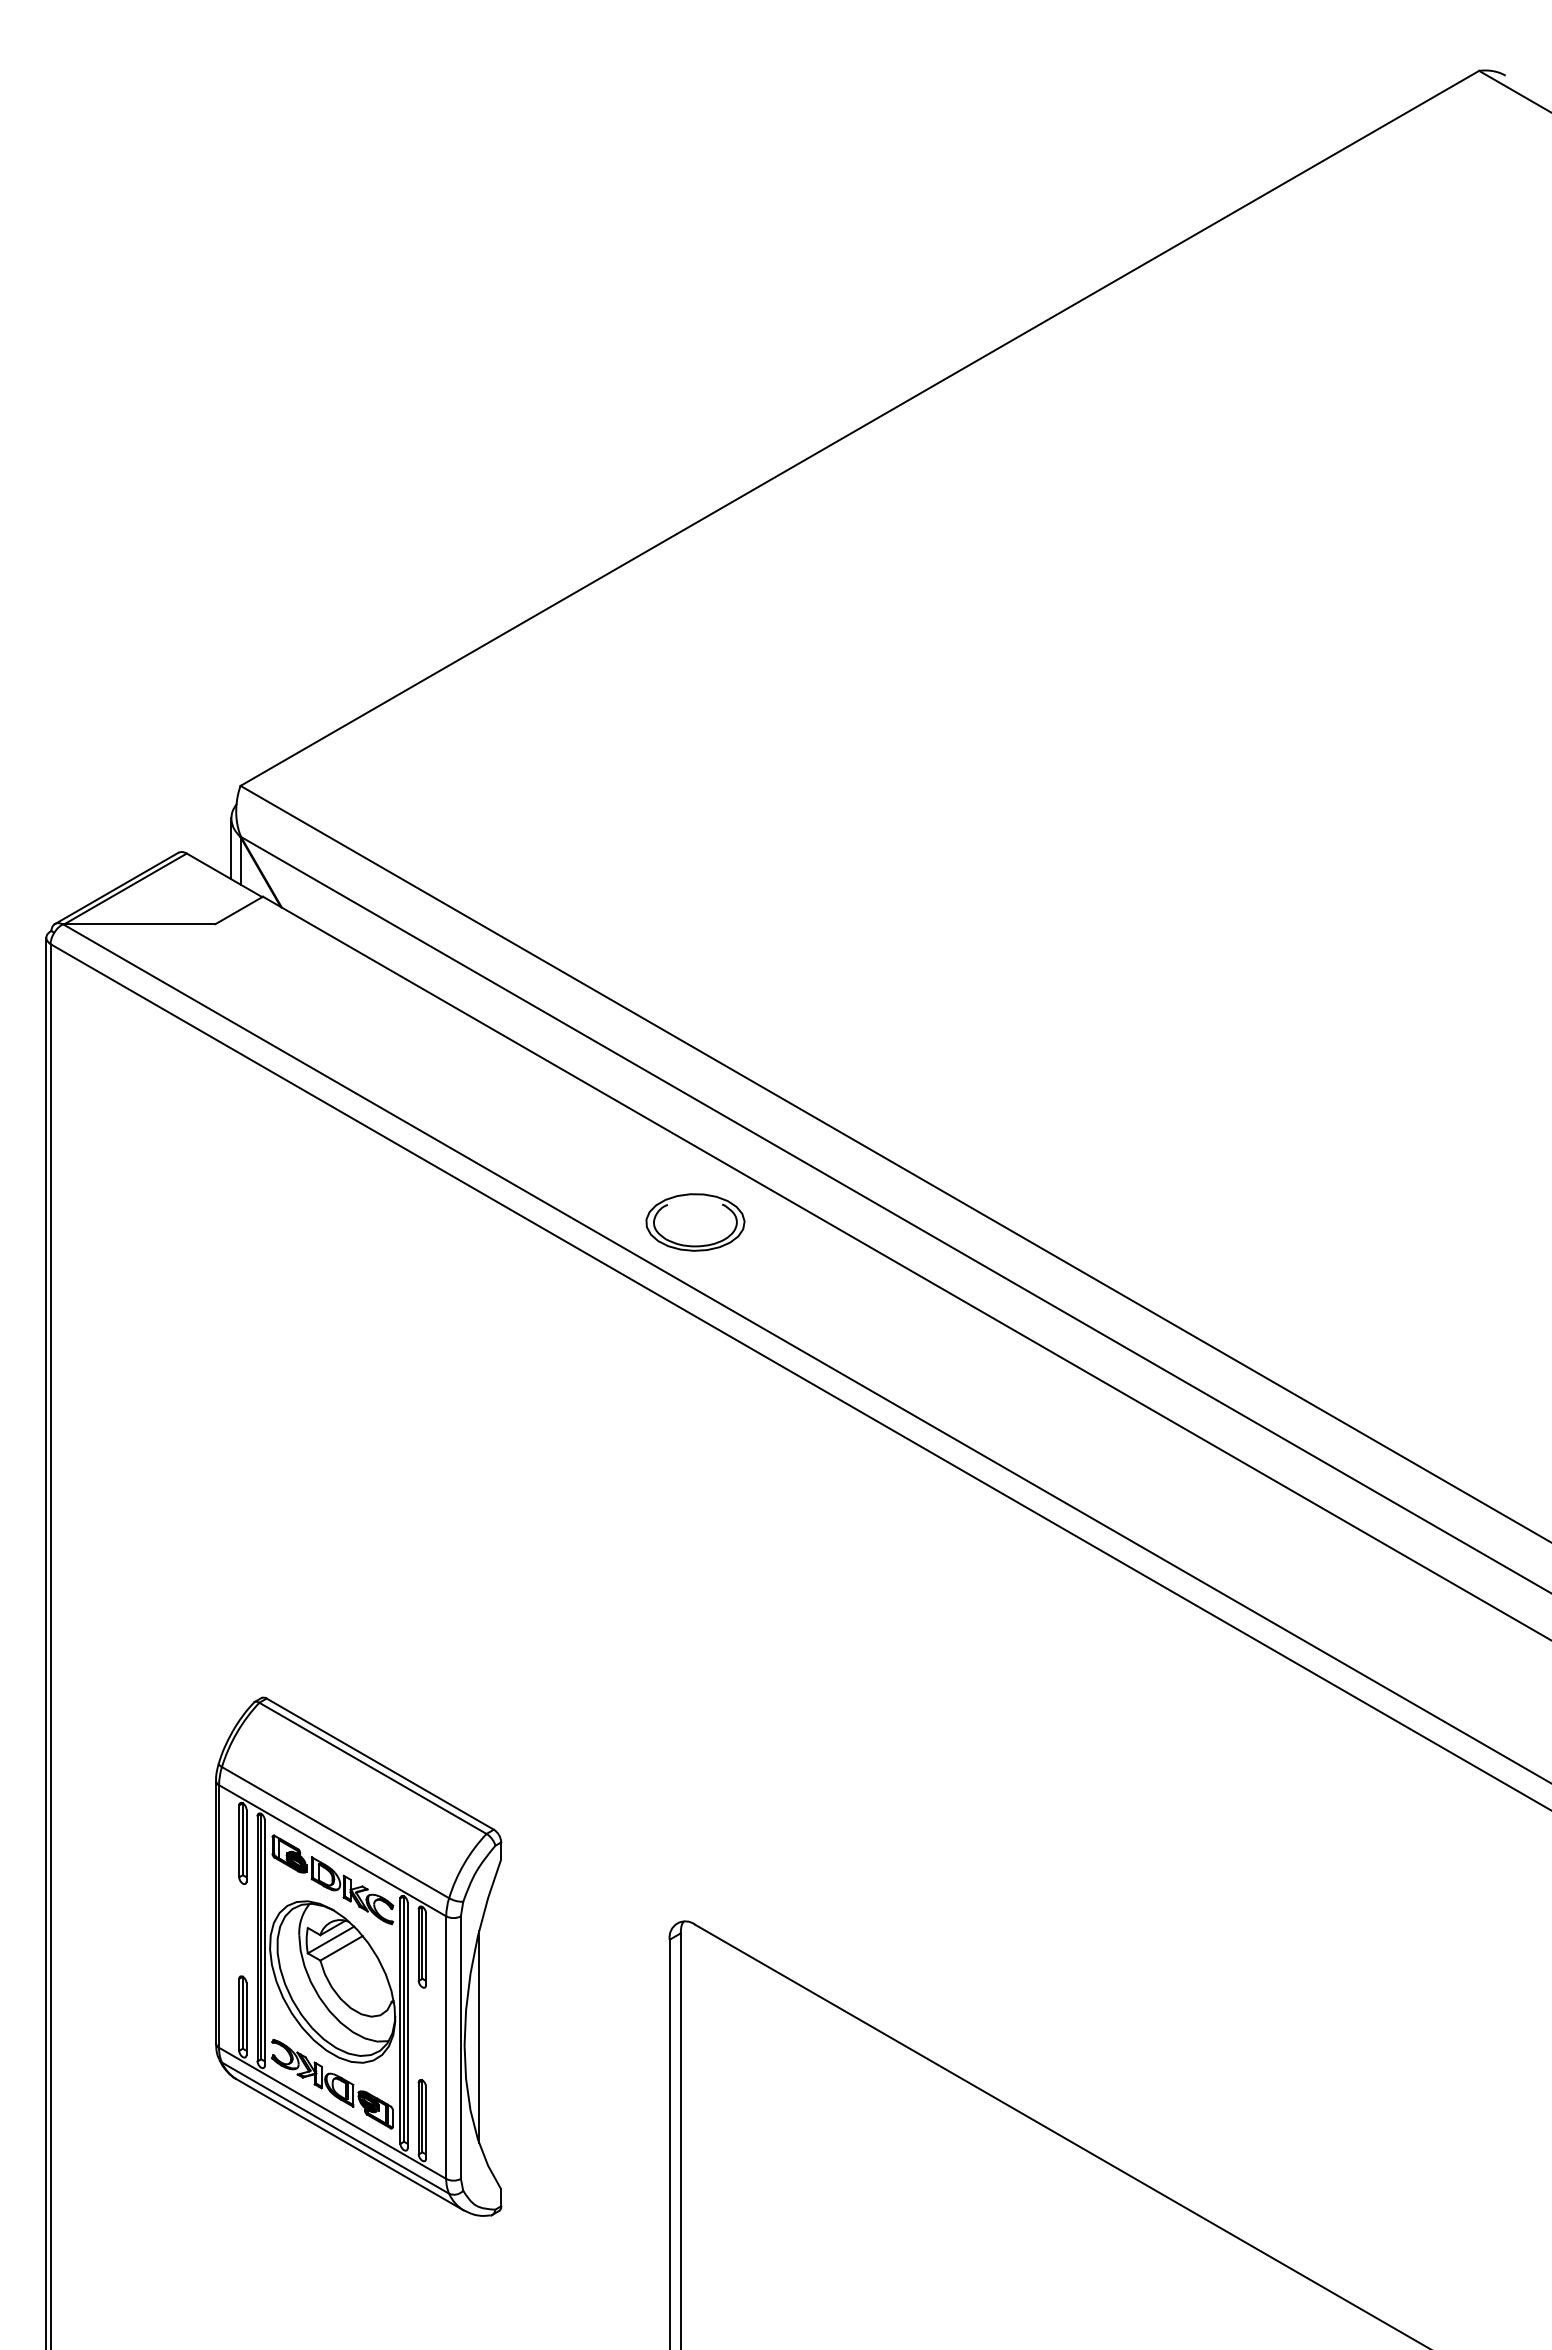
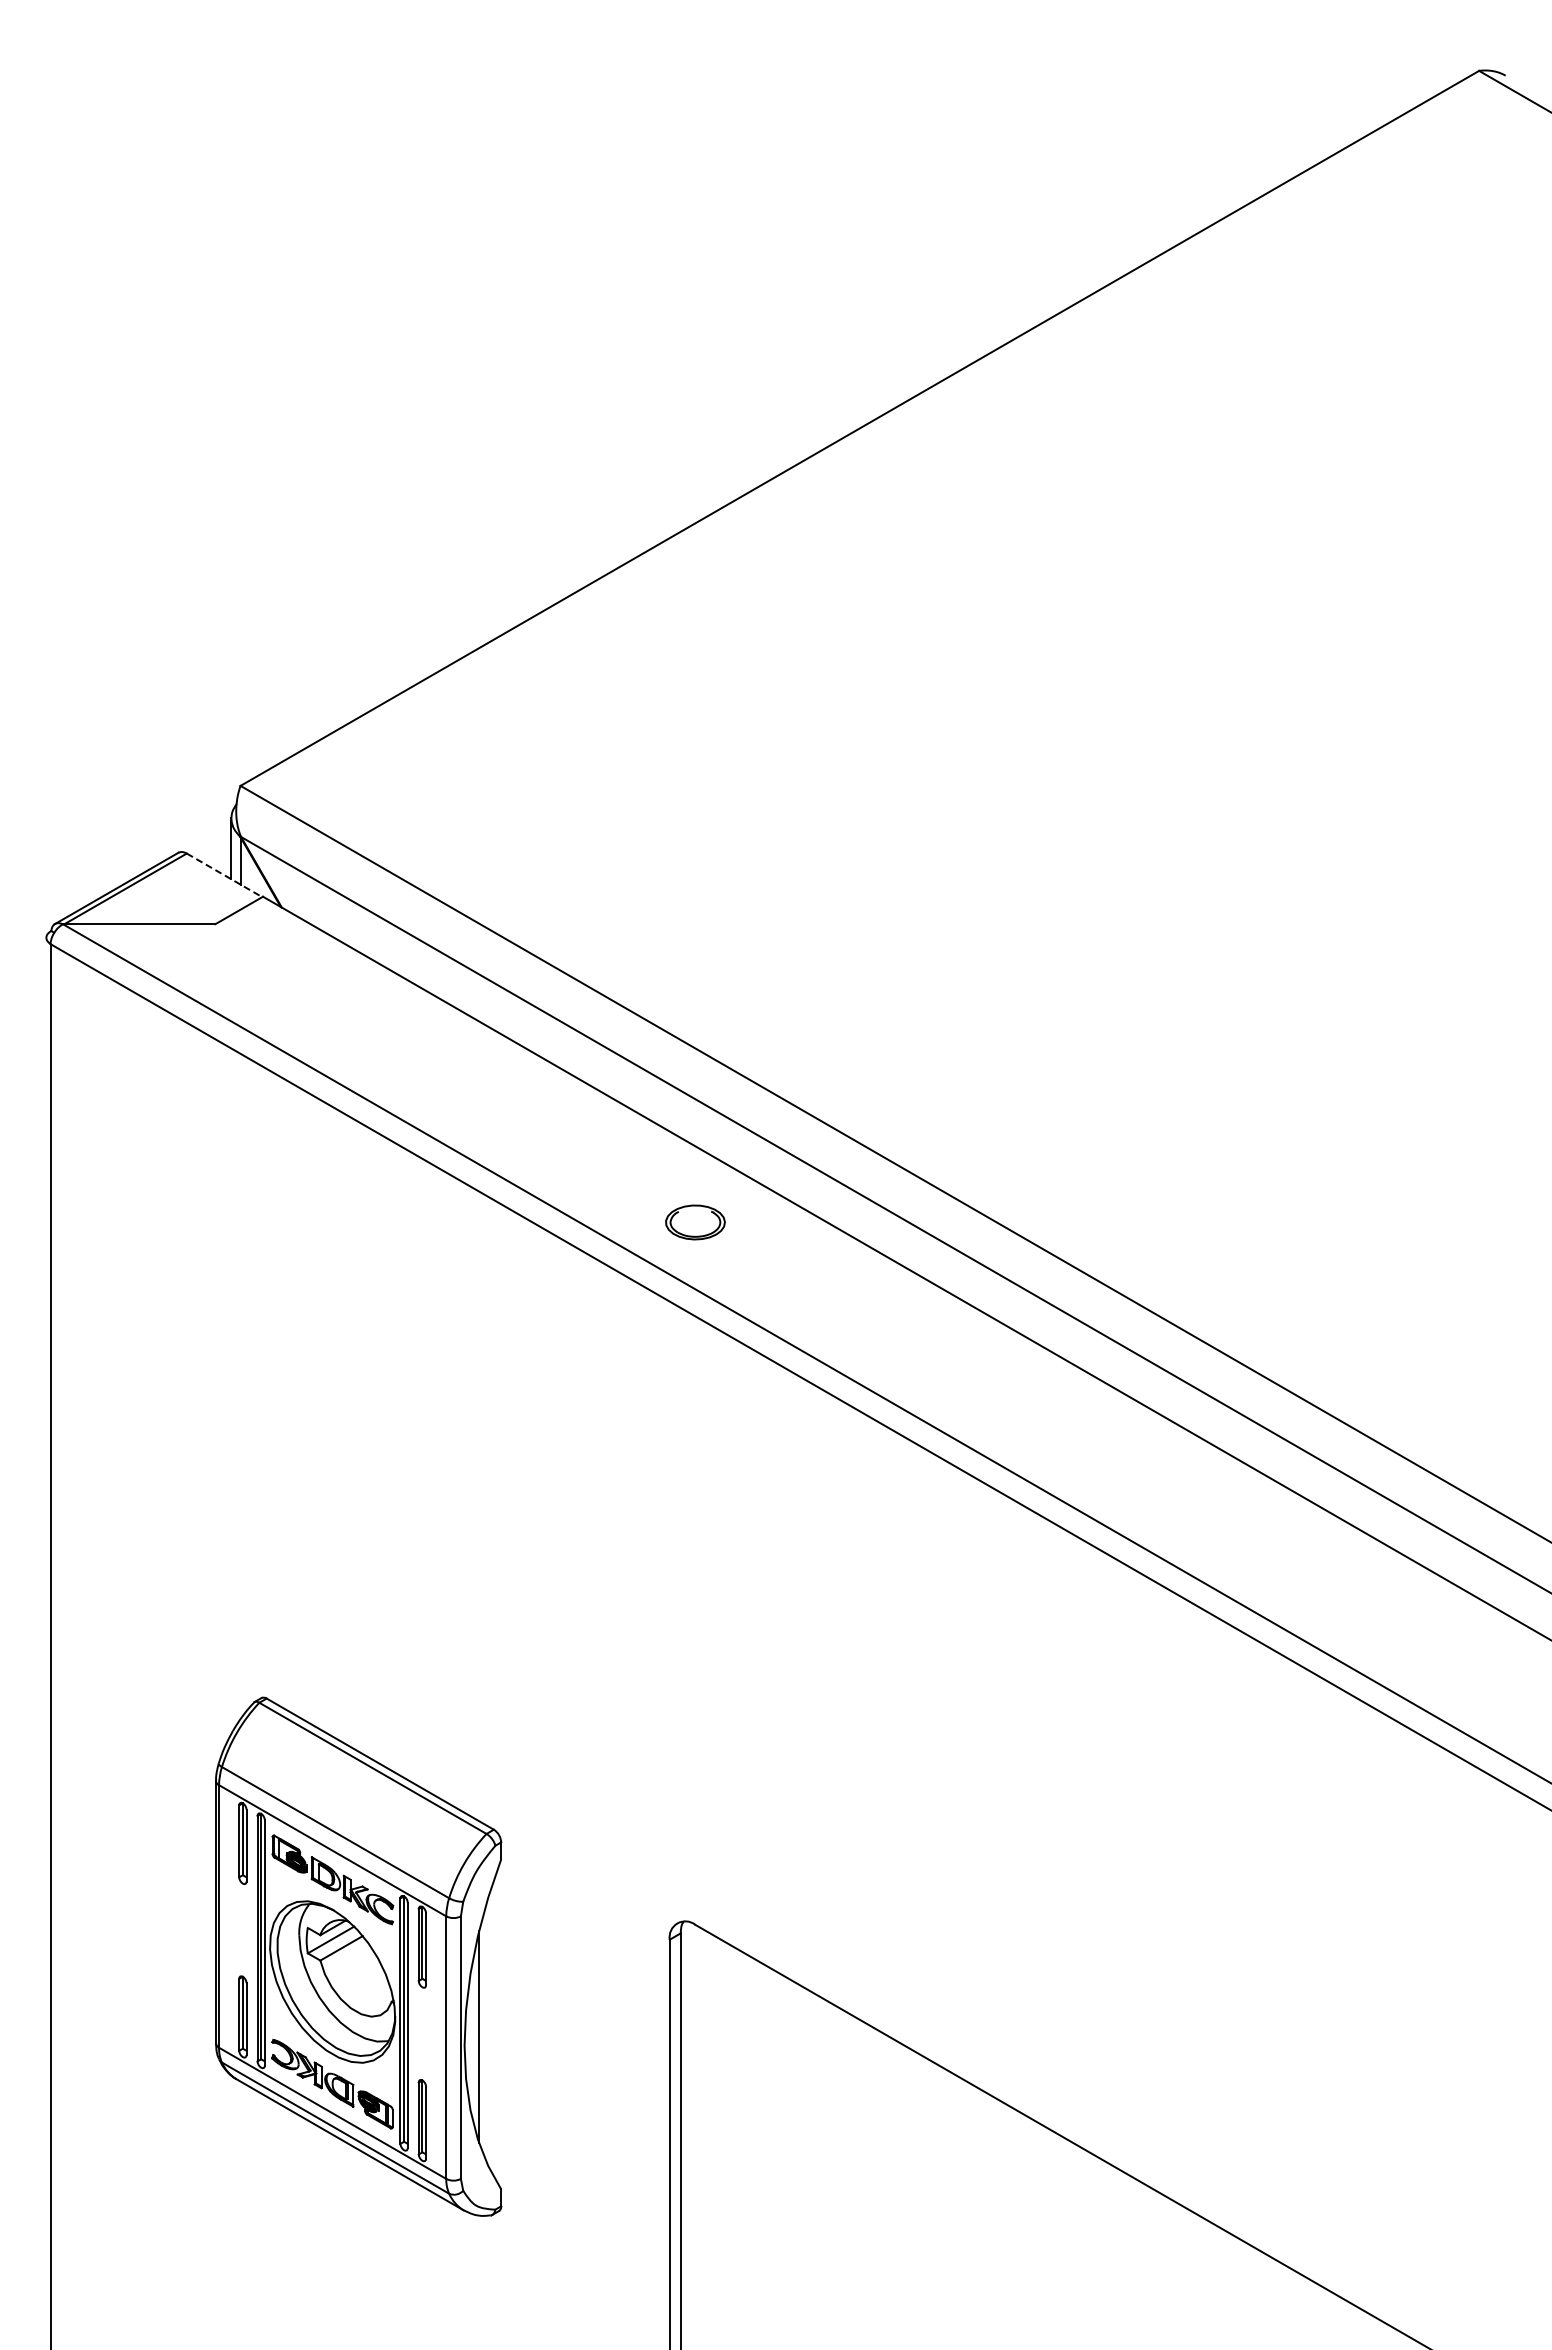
line at (224, 875): solid -> dashed
part at (695, 1222) size: 101x59 px -> 61x37 px
line at (46, 1641): present -> none
